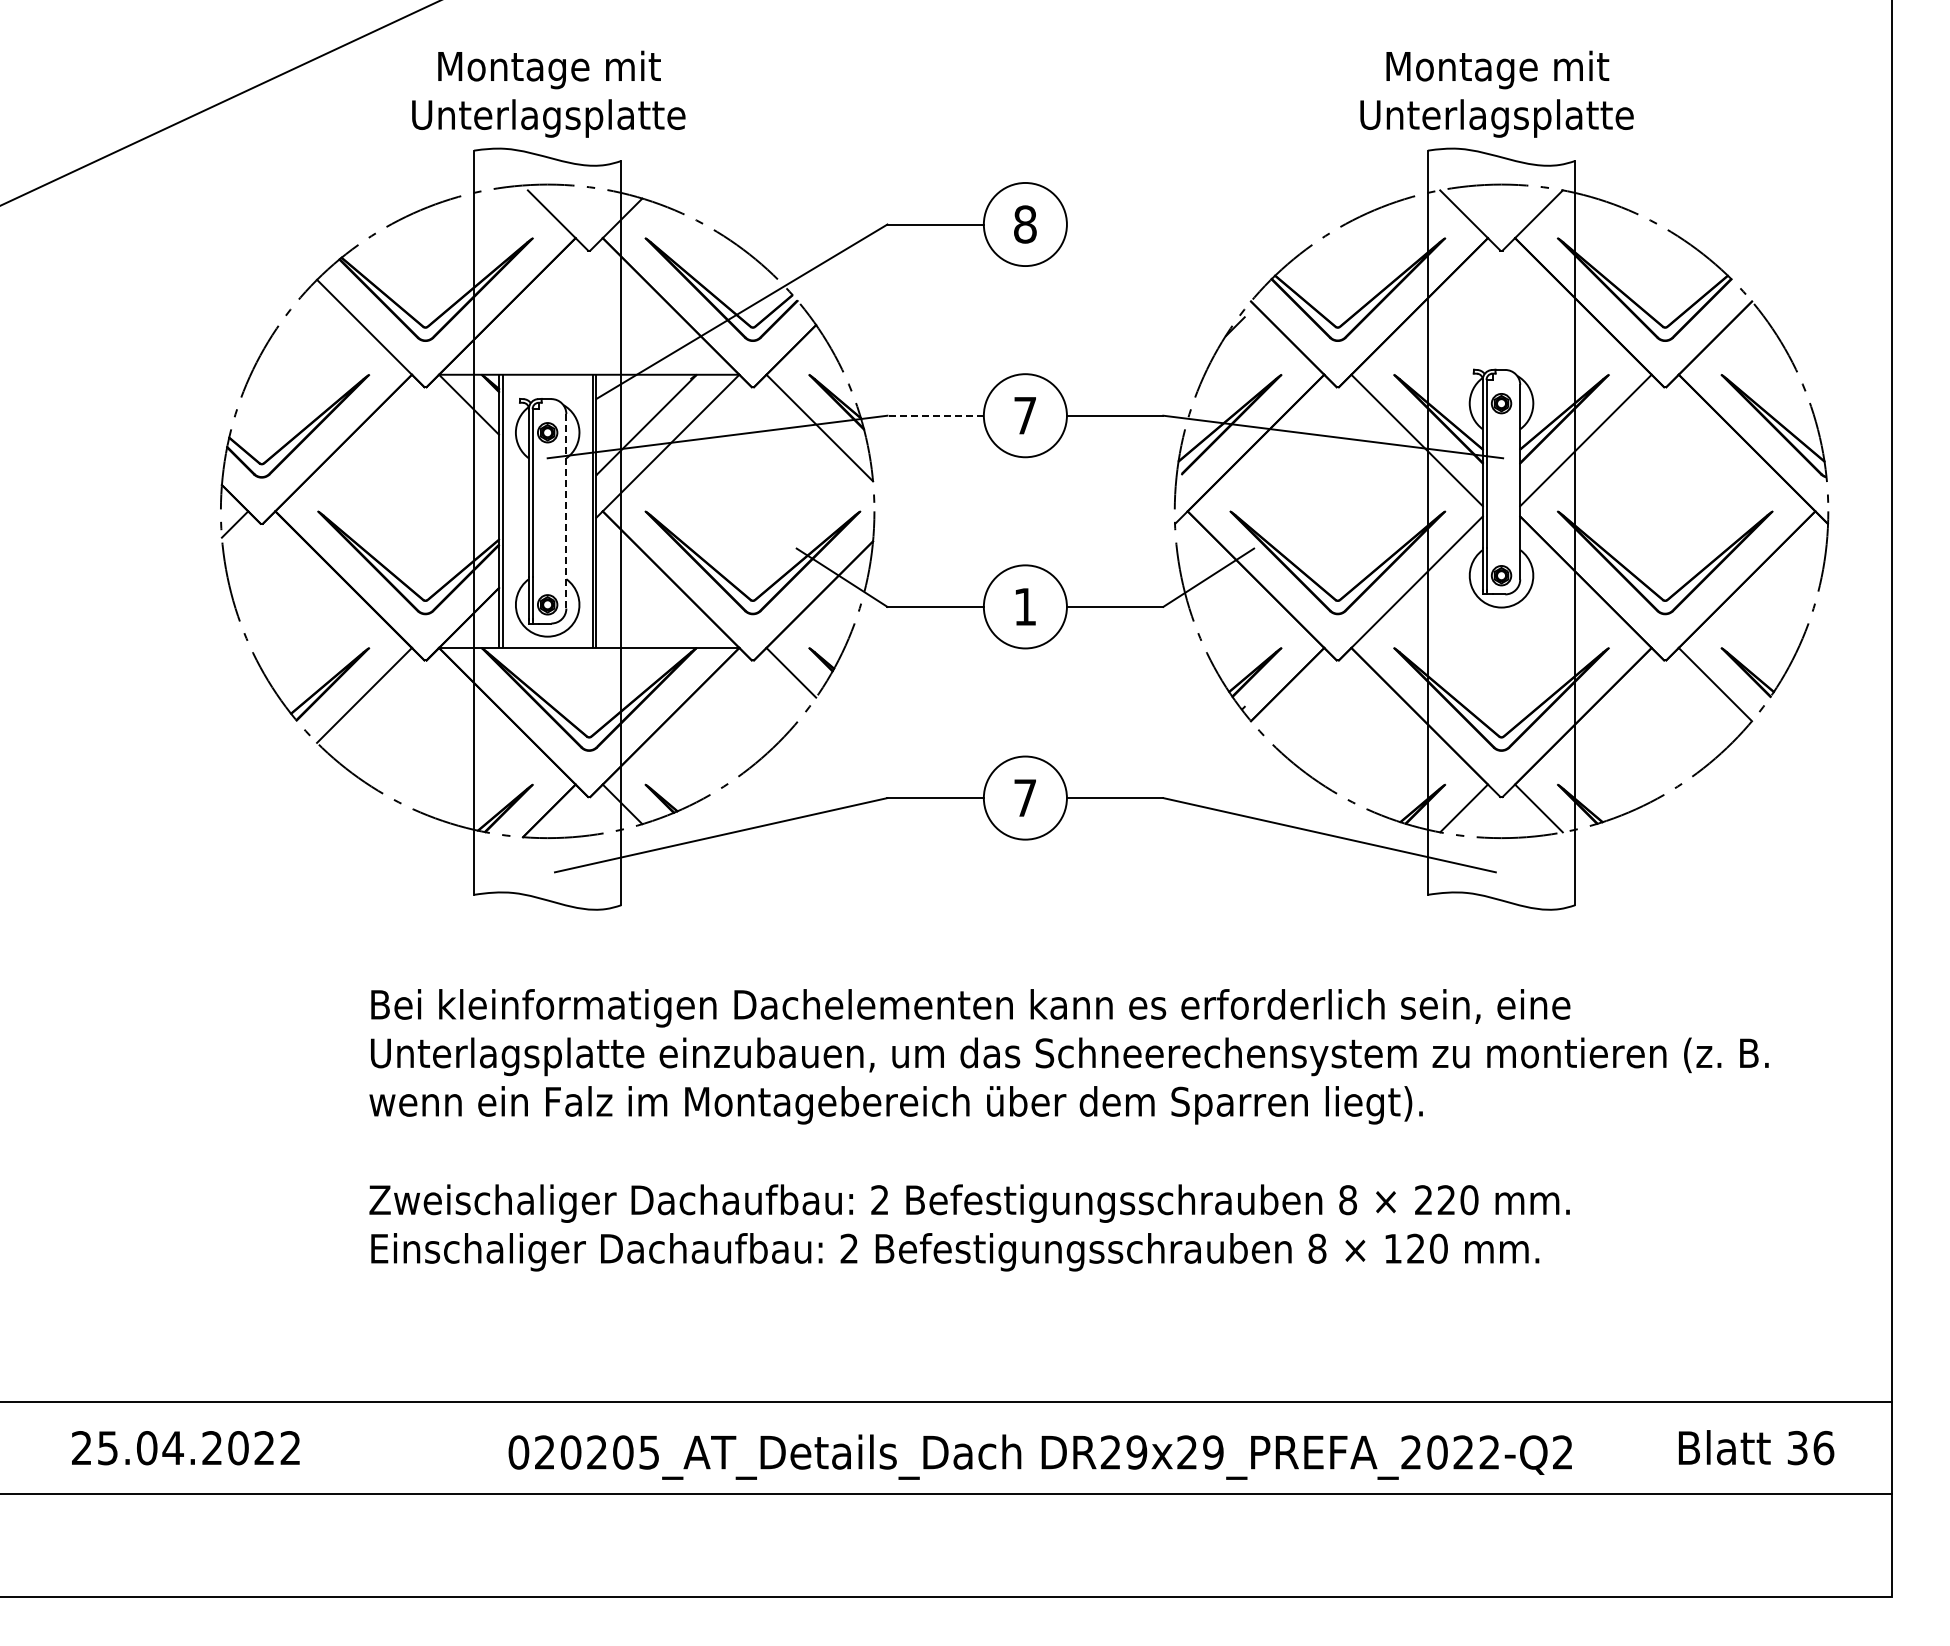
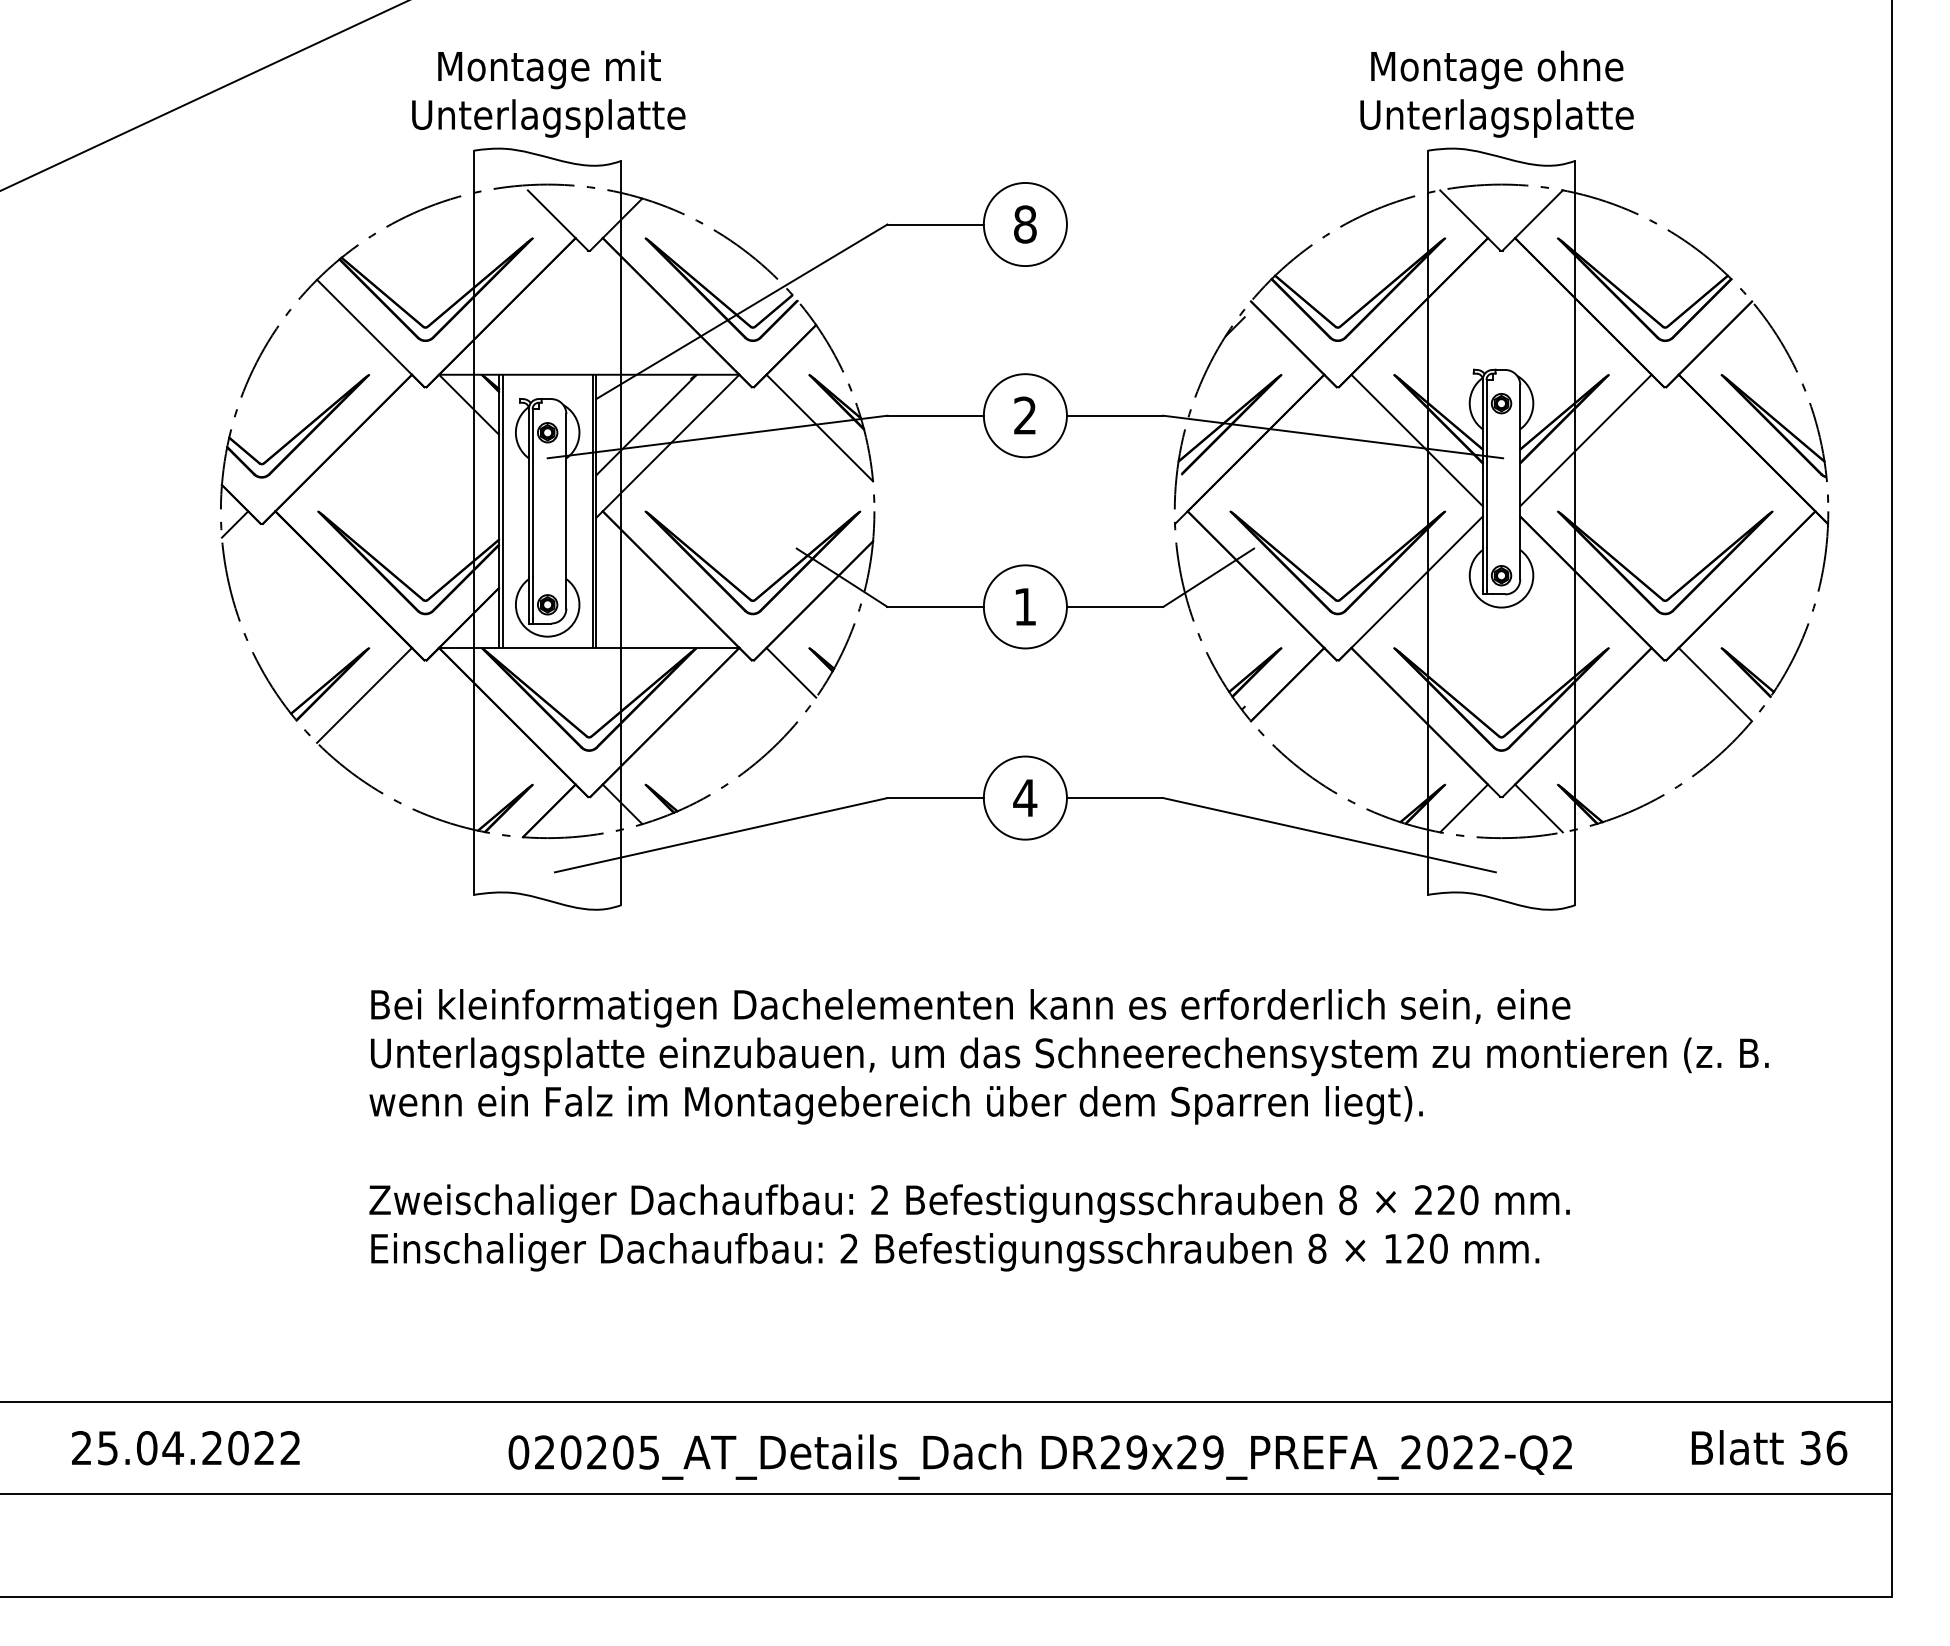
text at (1497, 69): Montage mit Unterlagsplatte -> Montage ohne Unterlagsplatte
line at (219, 103) position: (219, 103) -> (203, 95)
line at (935, 415): dashed -> solid
text at (1024, 415): 7 -> 2
line at (566, 511): dashed -> solid
text at (1025, 797): 7 -> 4
text at (1756, 1447) position: (1756, 1447) -> (1769, 1447)
